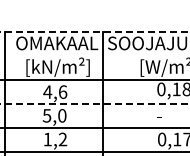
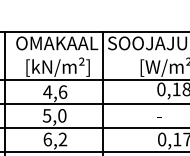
line at (95, 31): dashed -> solid
line at (95, 104): dashed -> solid
text at (47, 139): 1,2 -> 6,2
